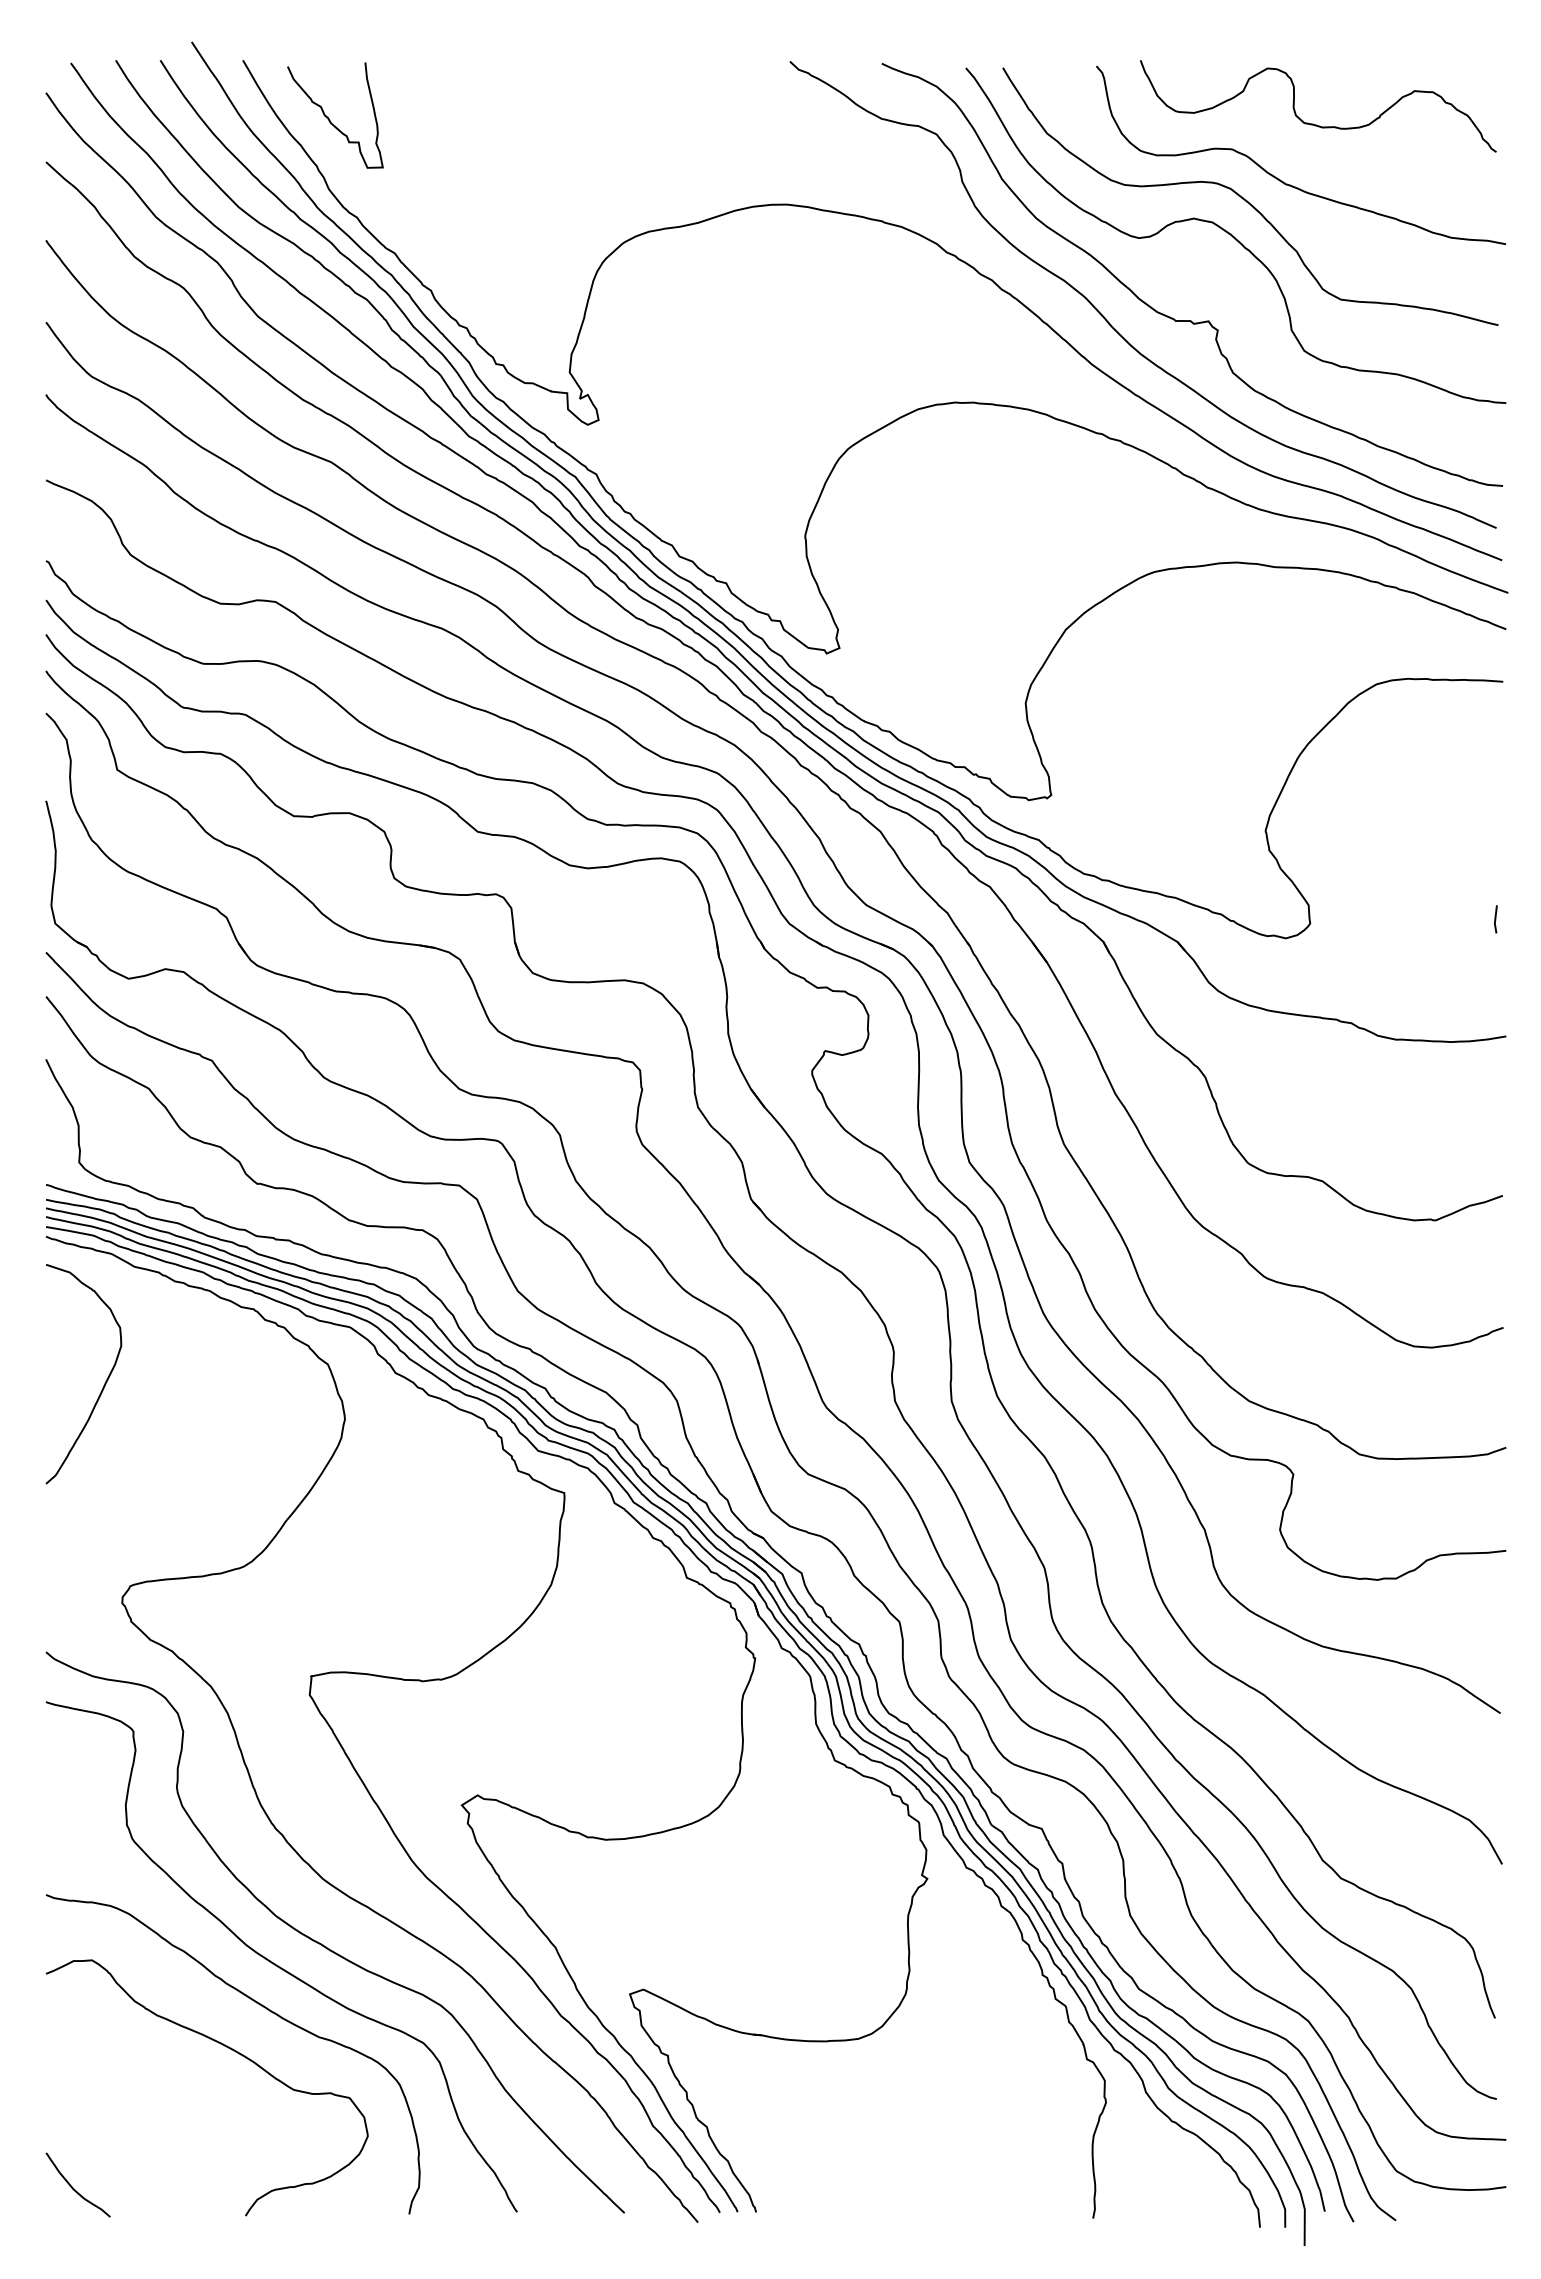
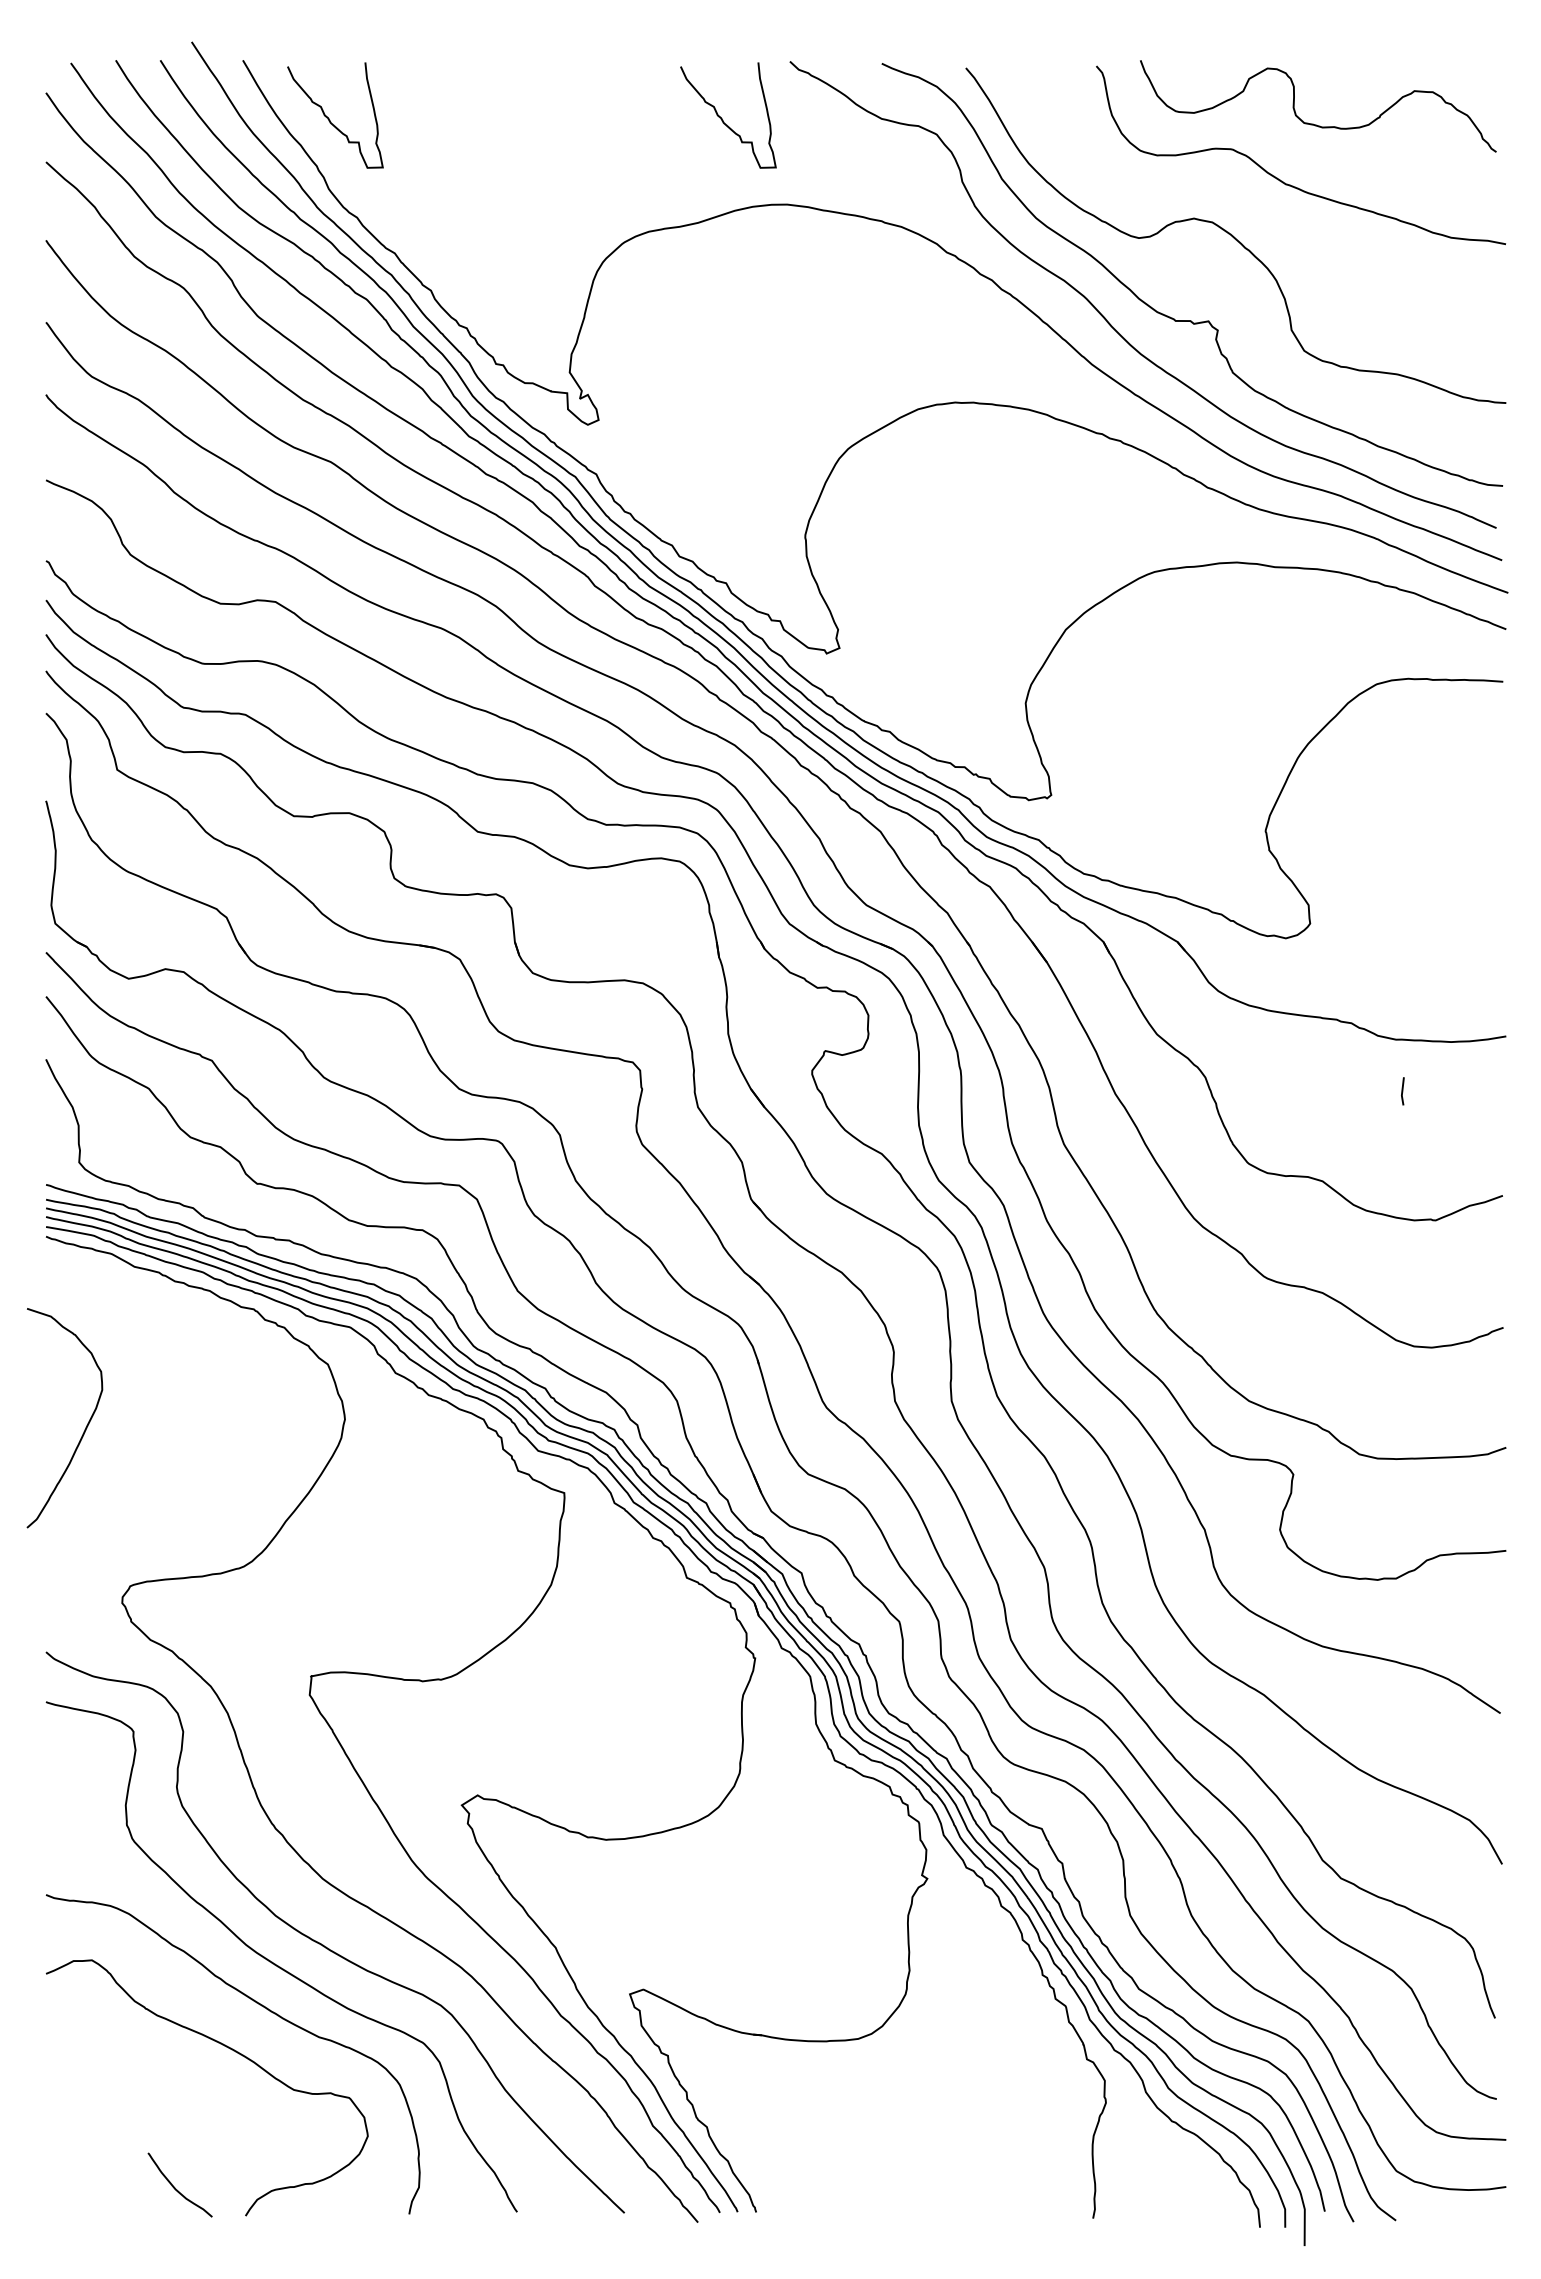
curve at (722, 118): none -> present
curve at (1246, 199): present -> none
line at (1495, 919) position: (1495, 919) -> (1402, 1091)
curve at (103, 1385) position: (103, 1385) -> (84, 1429)
curve at (73, 2187) position: (73, 2187) -> (175, 2187)
